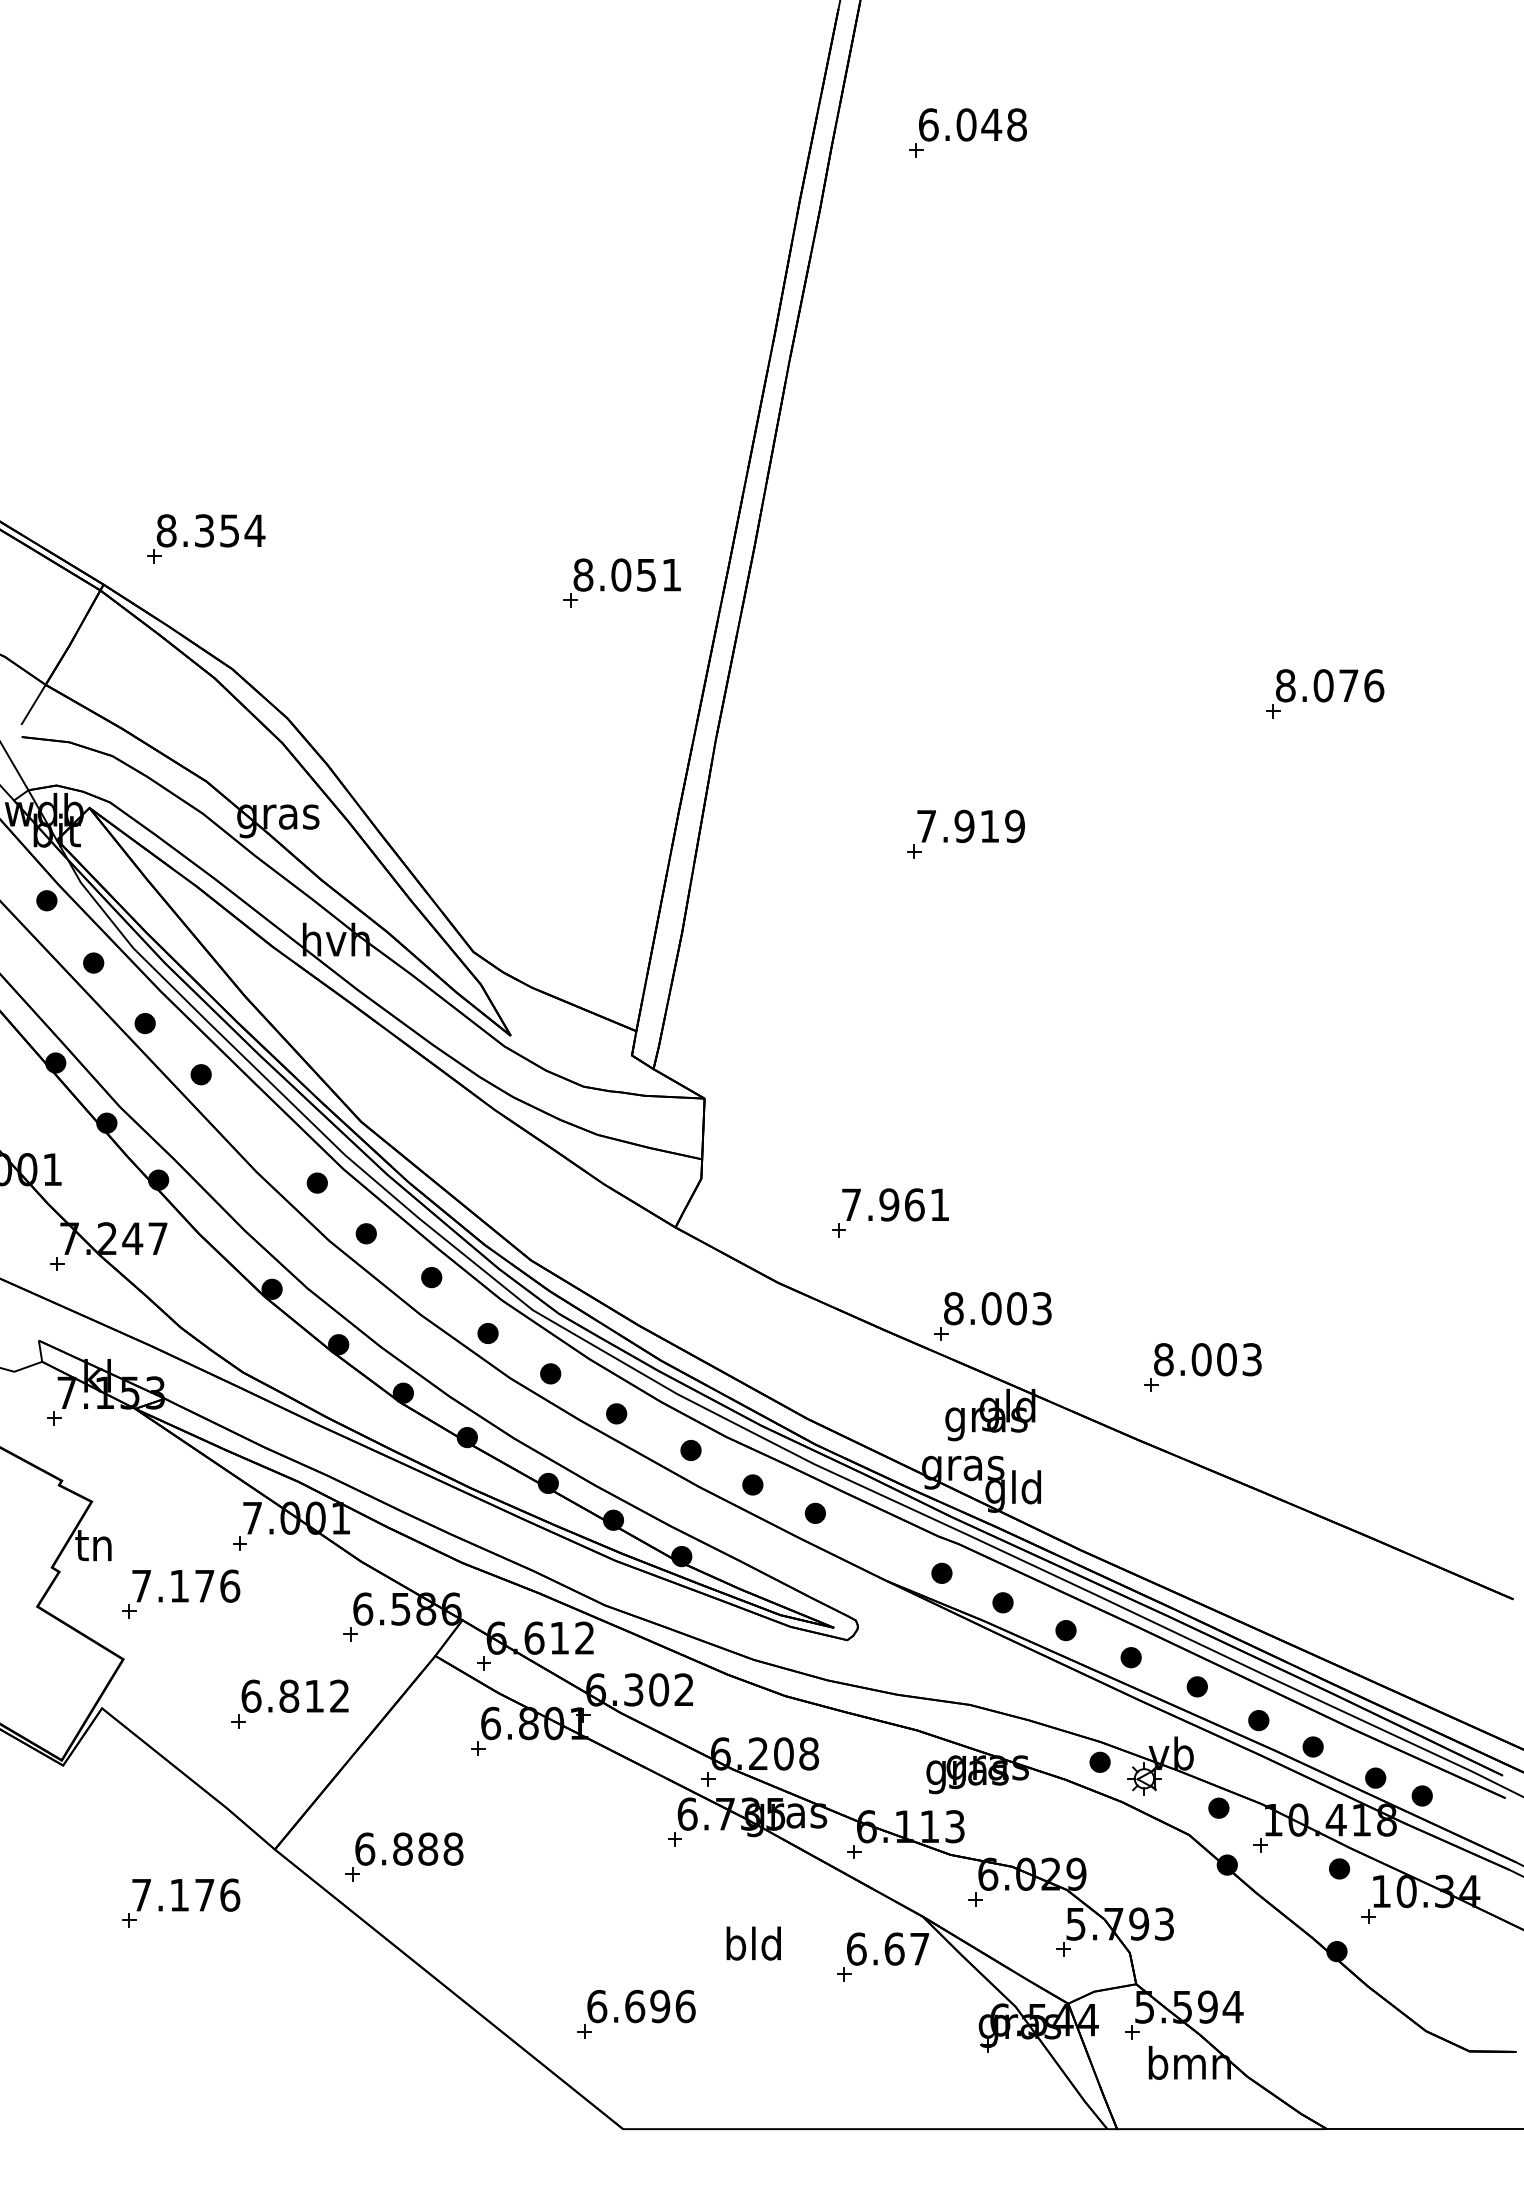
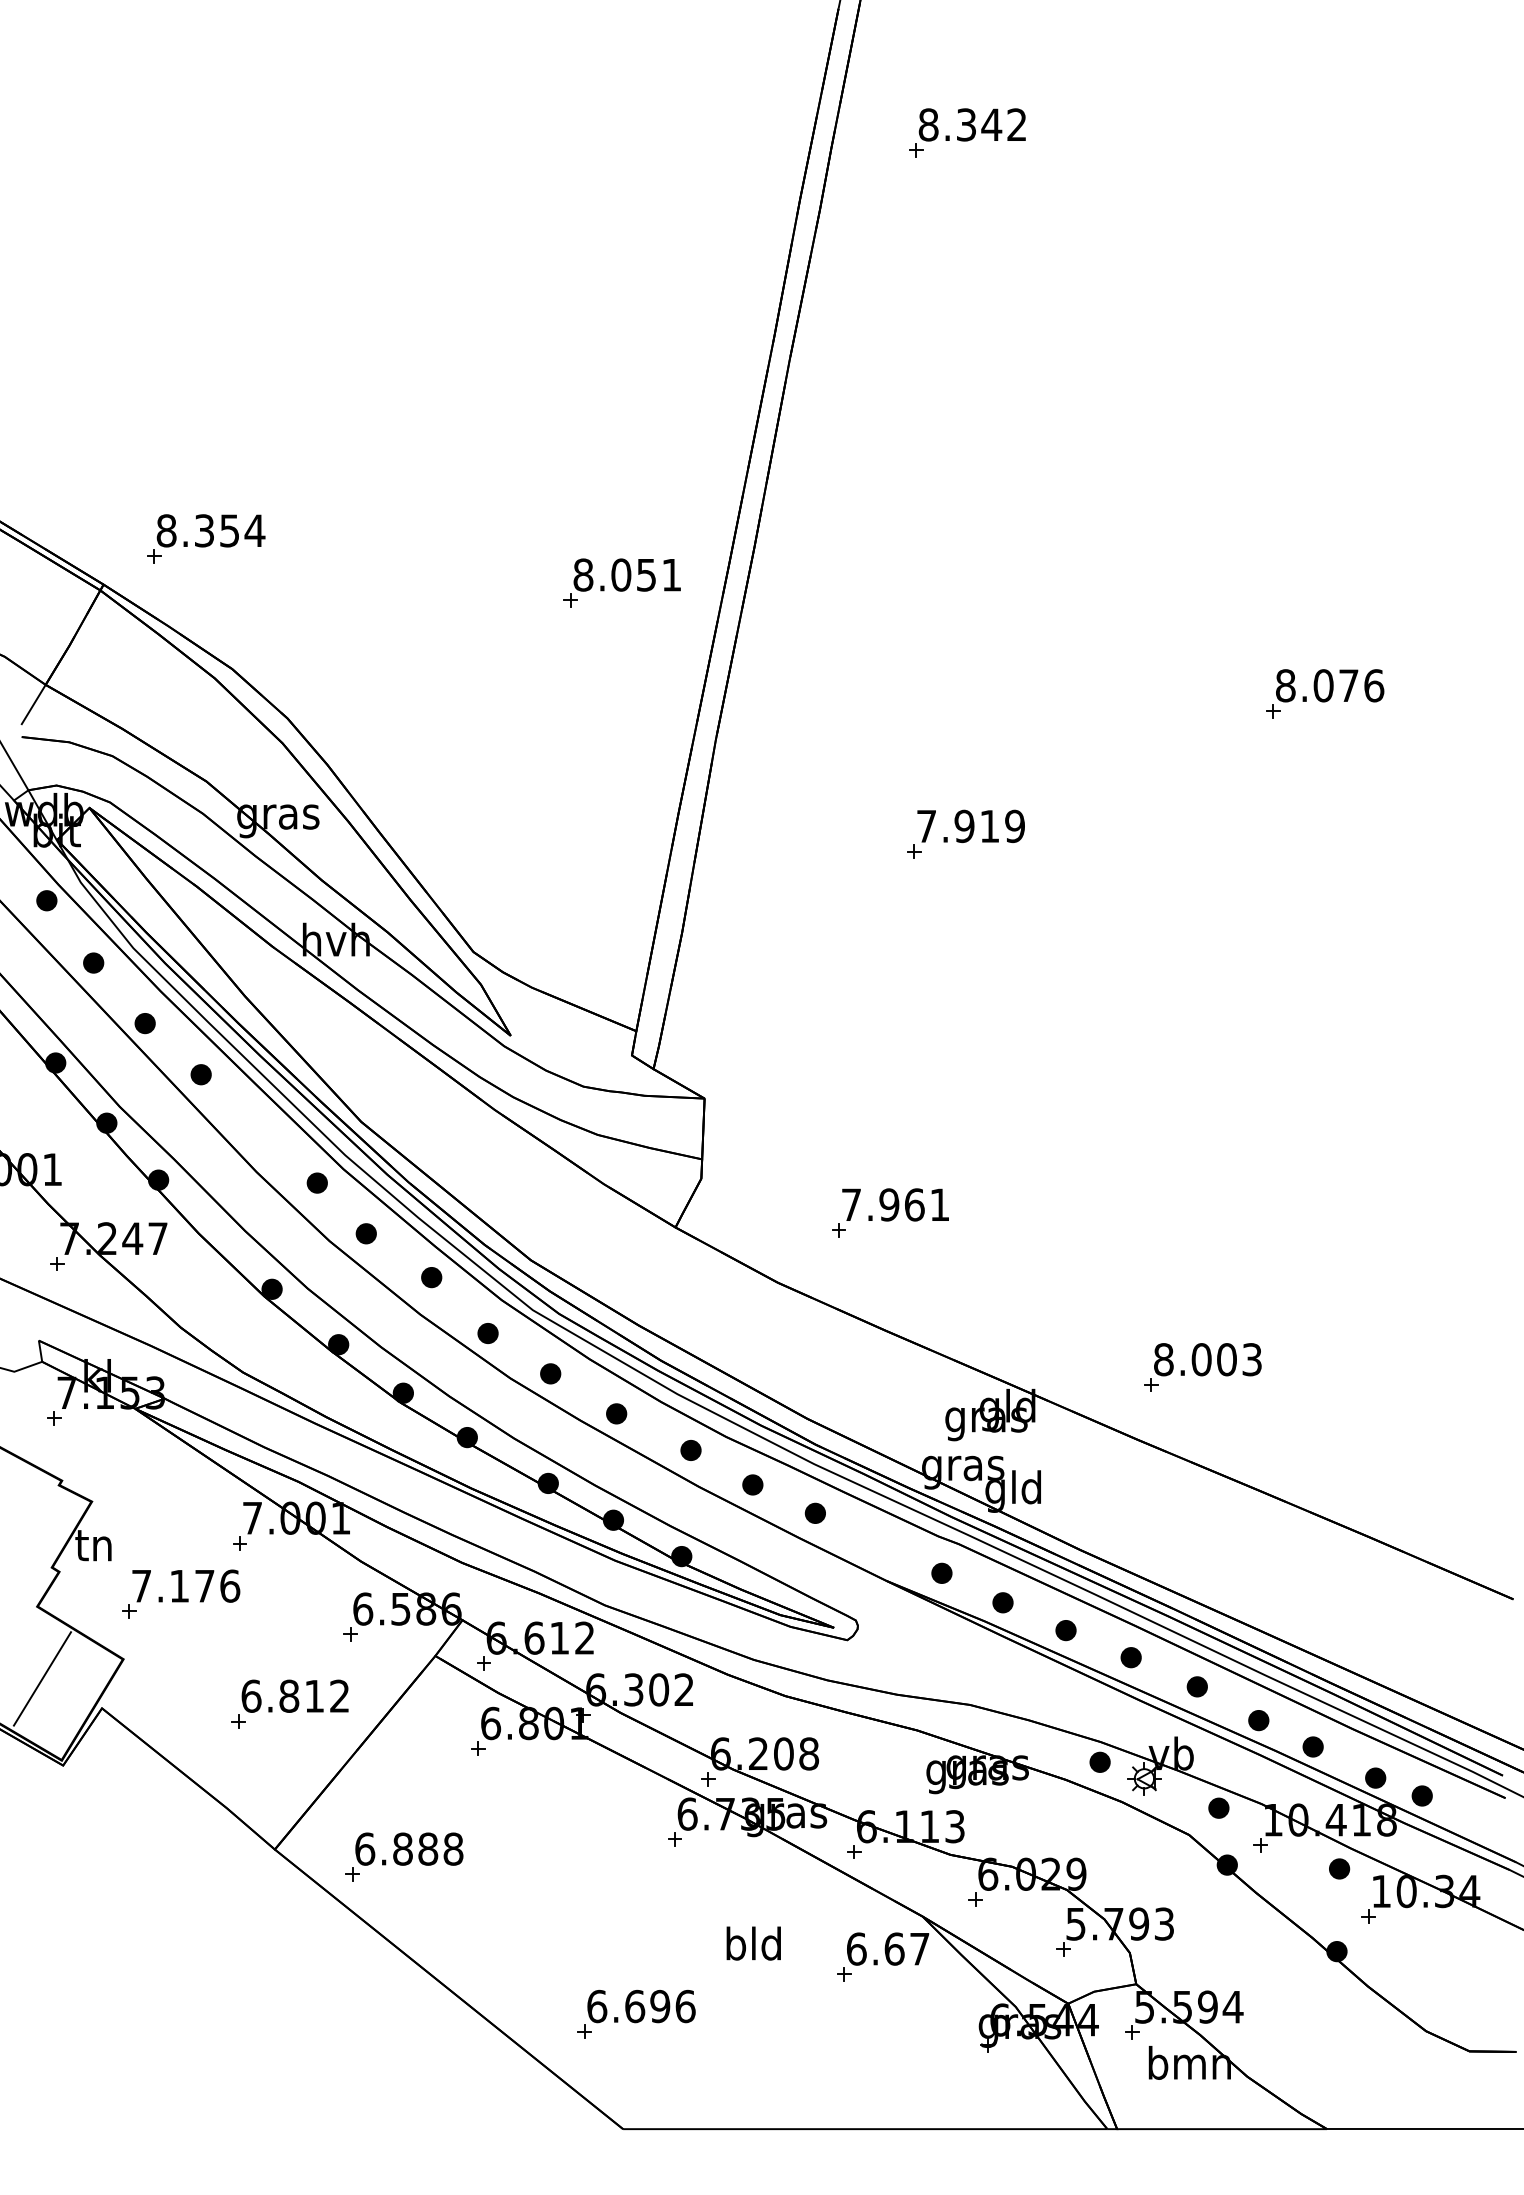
text at (972, 124): 6.048 -> 8.342
part at (992, 1316): present -> none
line at (42, 1678): none -> present
part at (181, 1902): present -> none
